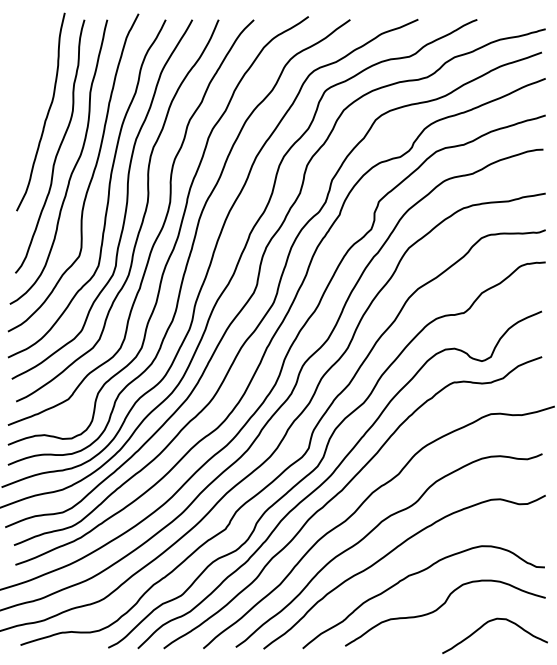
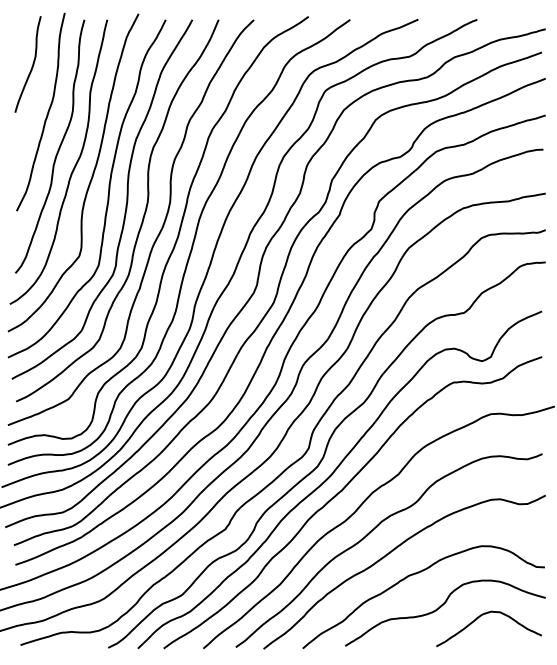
curve at (31, 66): none -> present
curve at (486, 624) position: (486, 624) -> (480, 617)
